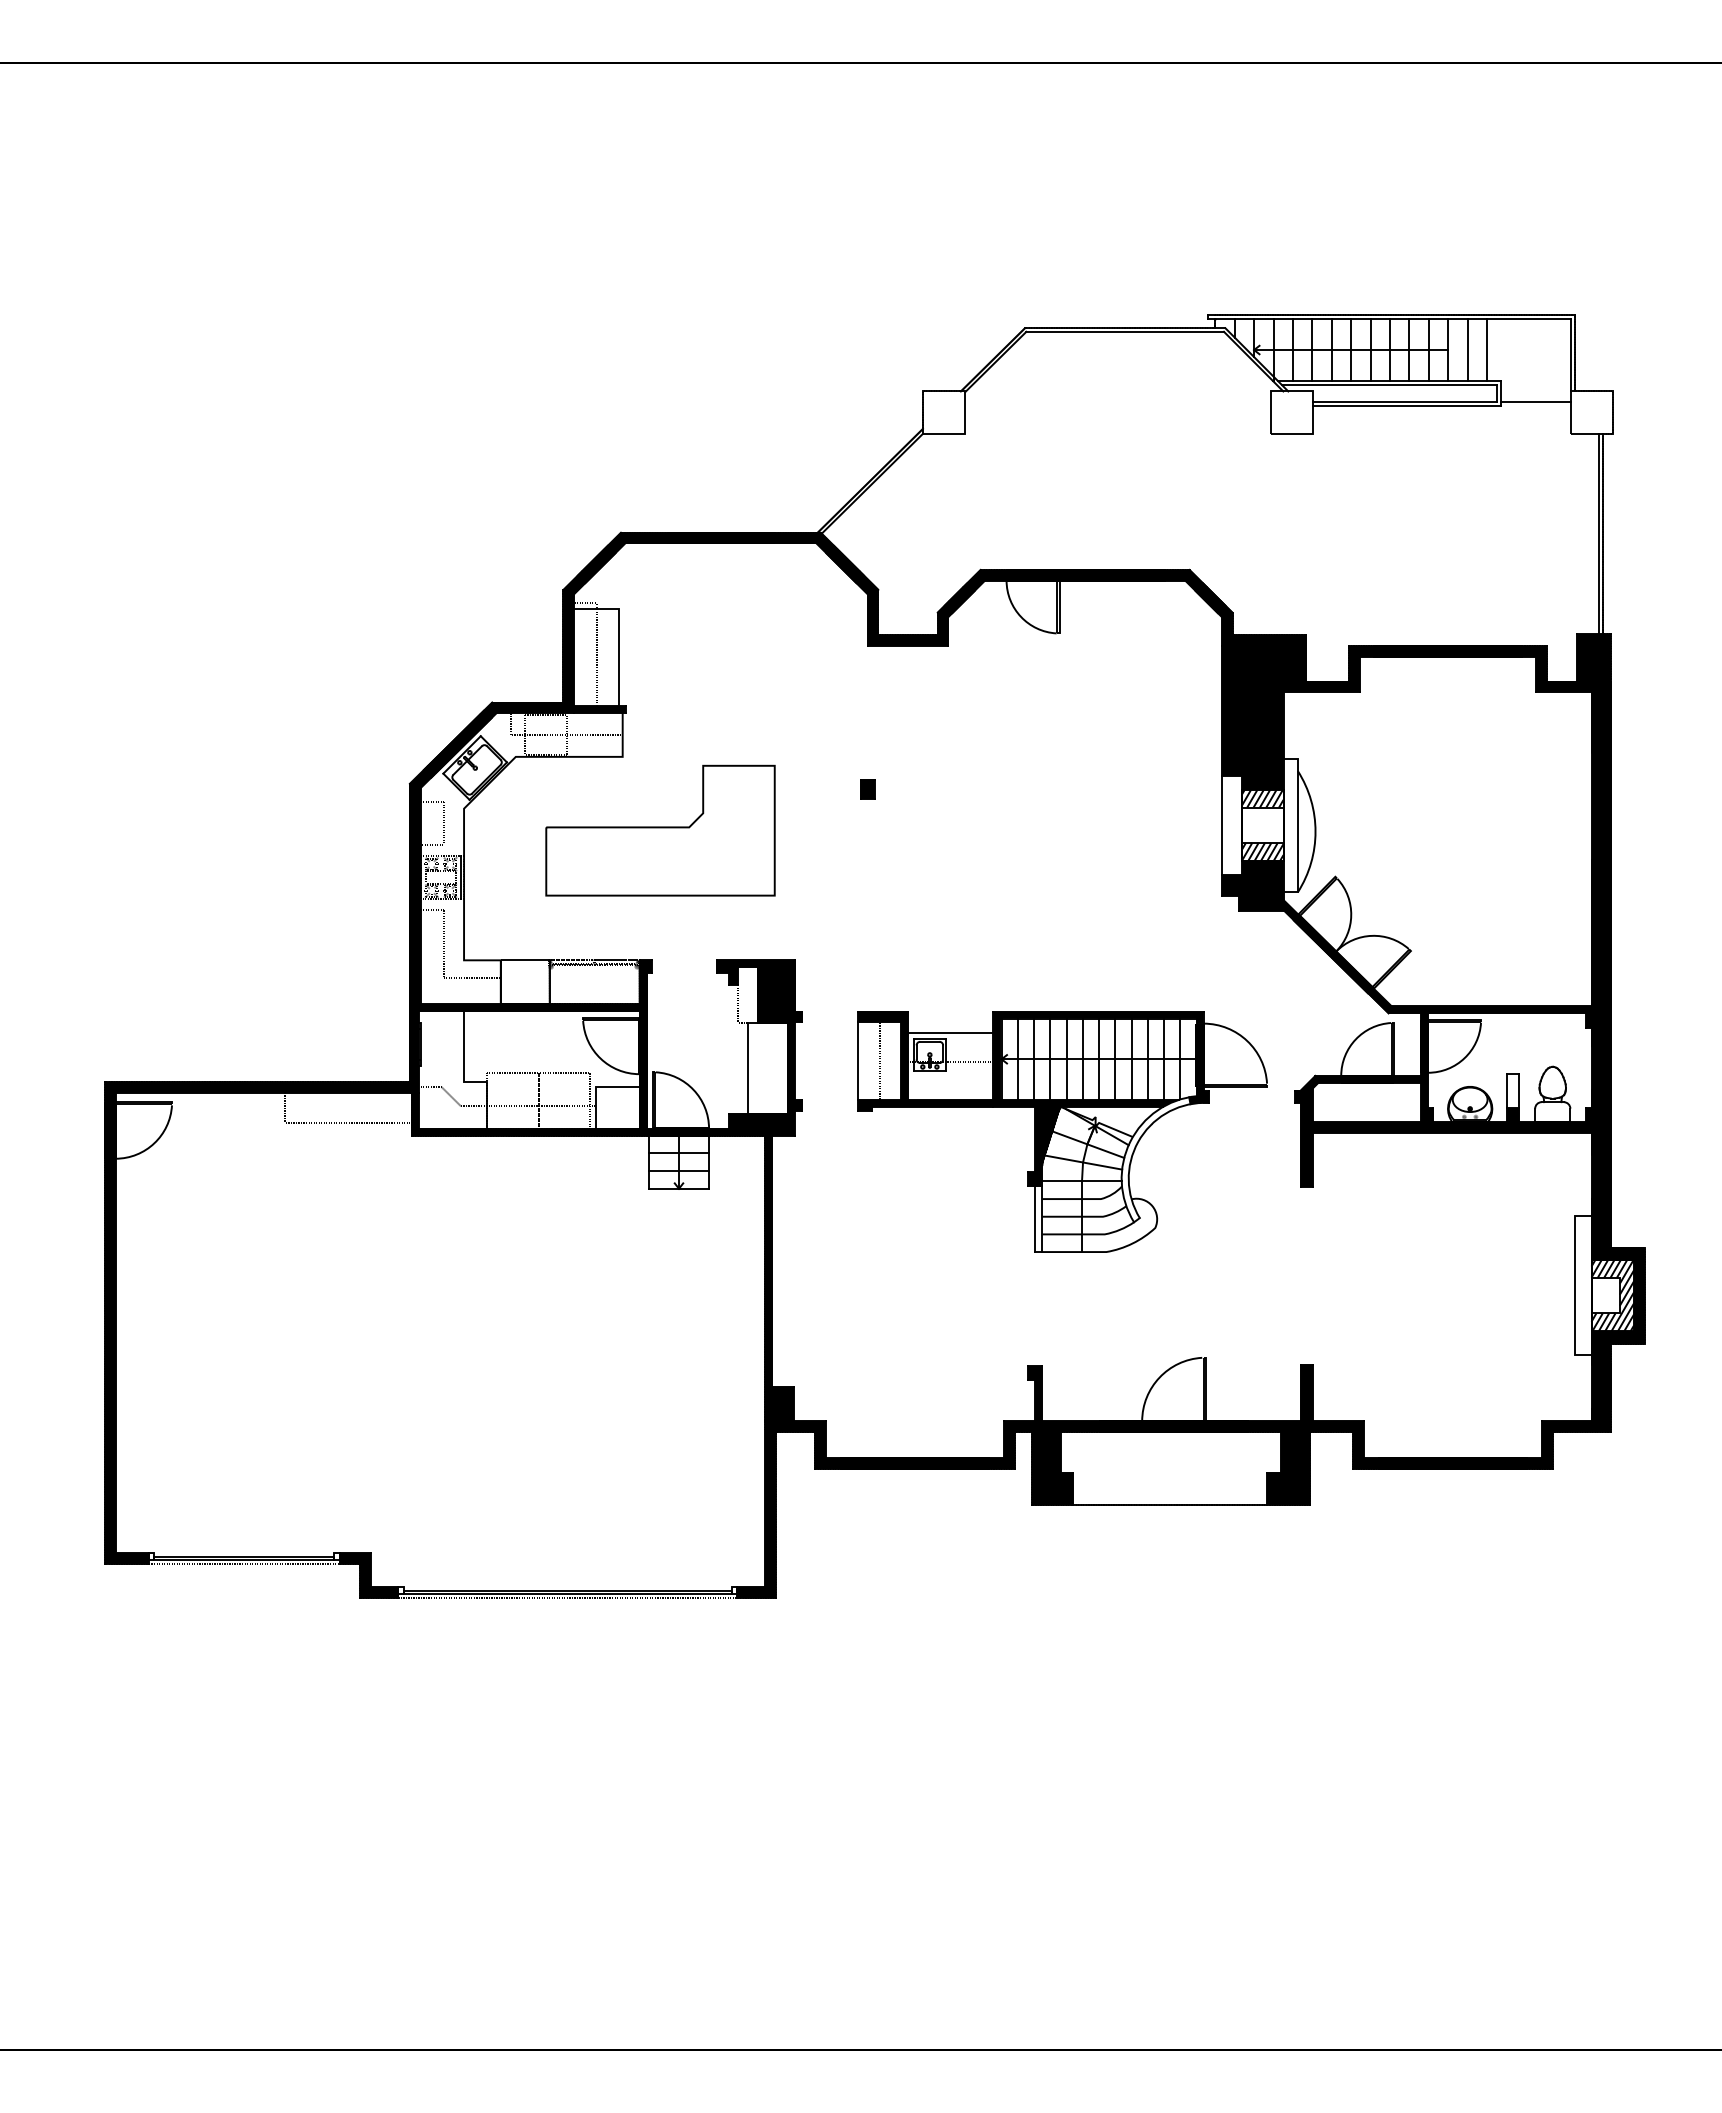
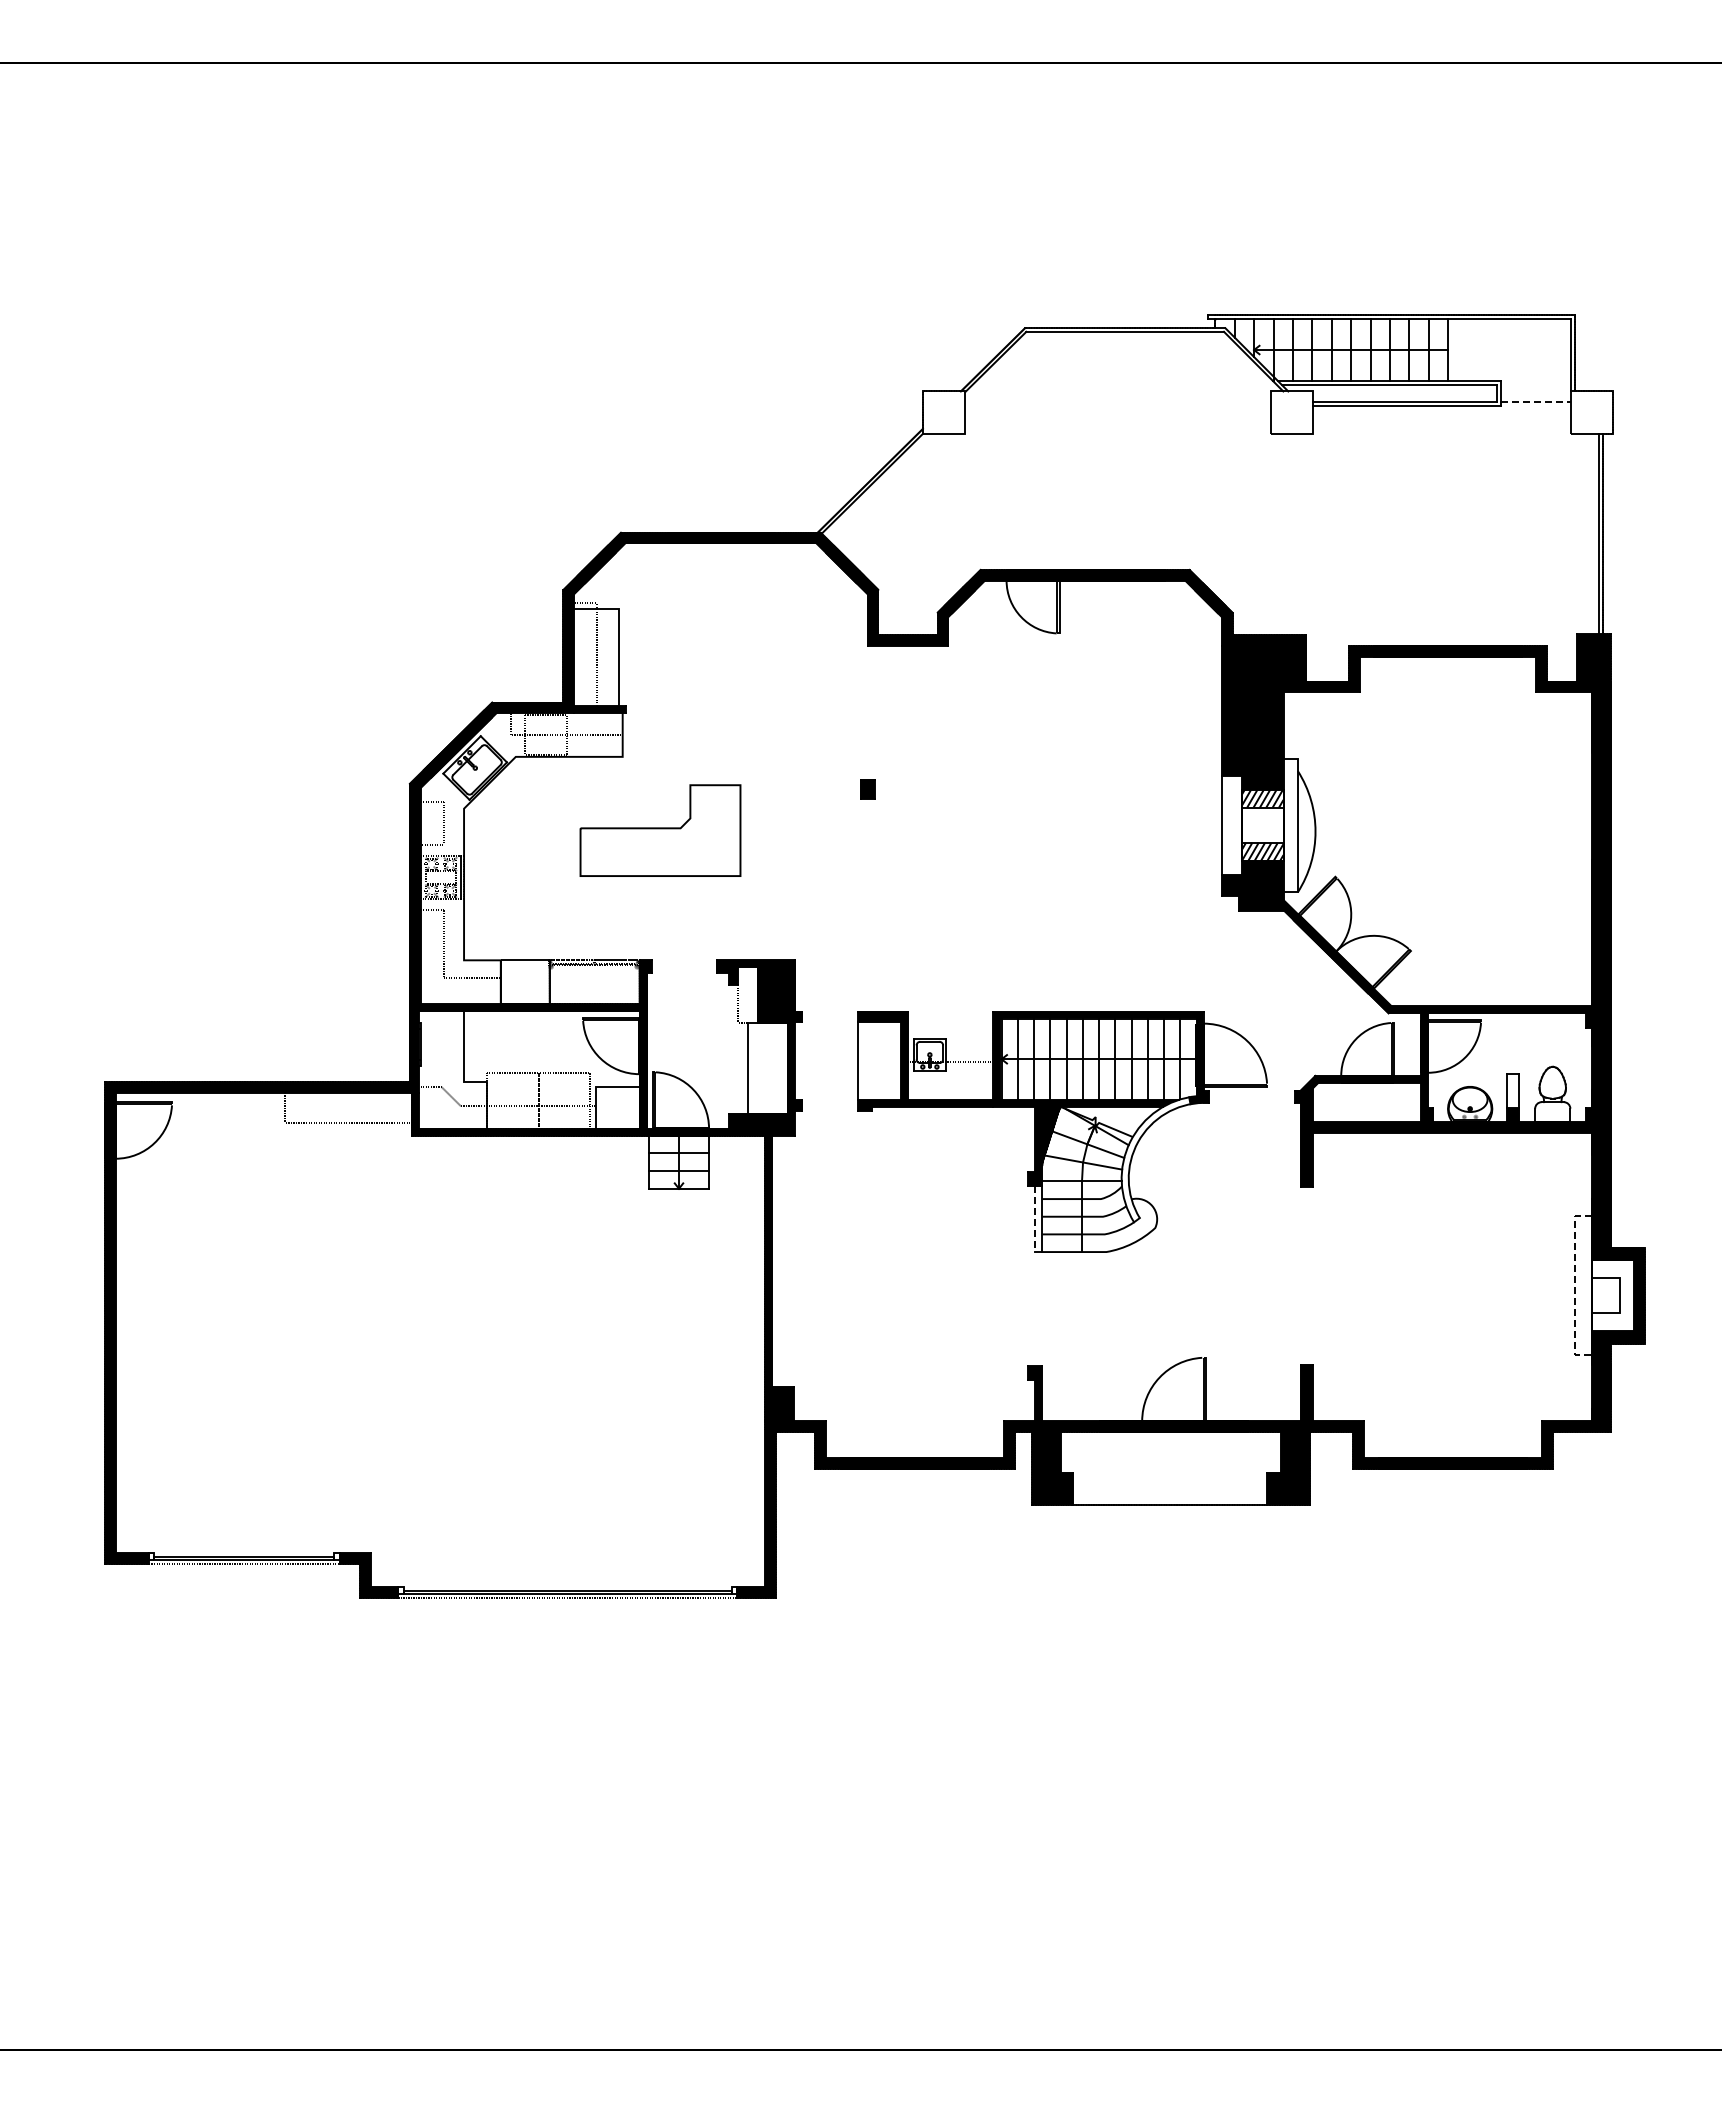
line at (1467, 349): present -> none
line at (1487, 349): present -> none
line at (1536, 402): solid -> dashed
part at (660, 830) size: 231x133 px -> 163x93 px
line at (950, 1032): present -> none
line at (879, 1060): present -> none
line at (1035, 1219): solid -> dashed
line at (1574, 1285): solid -> dashed
hatch at (1612, 1295): present -> none
